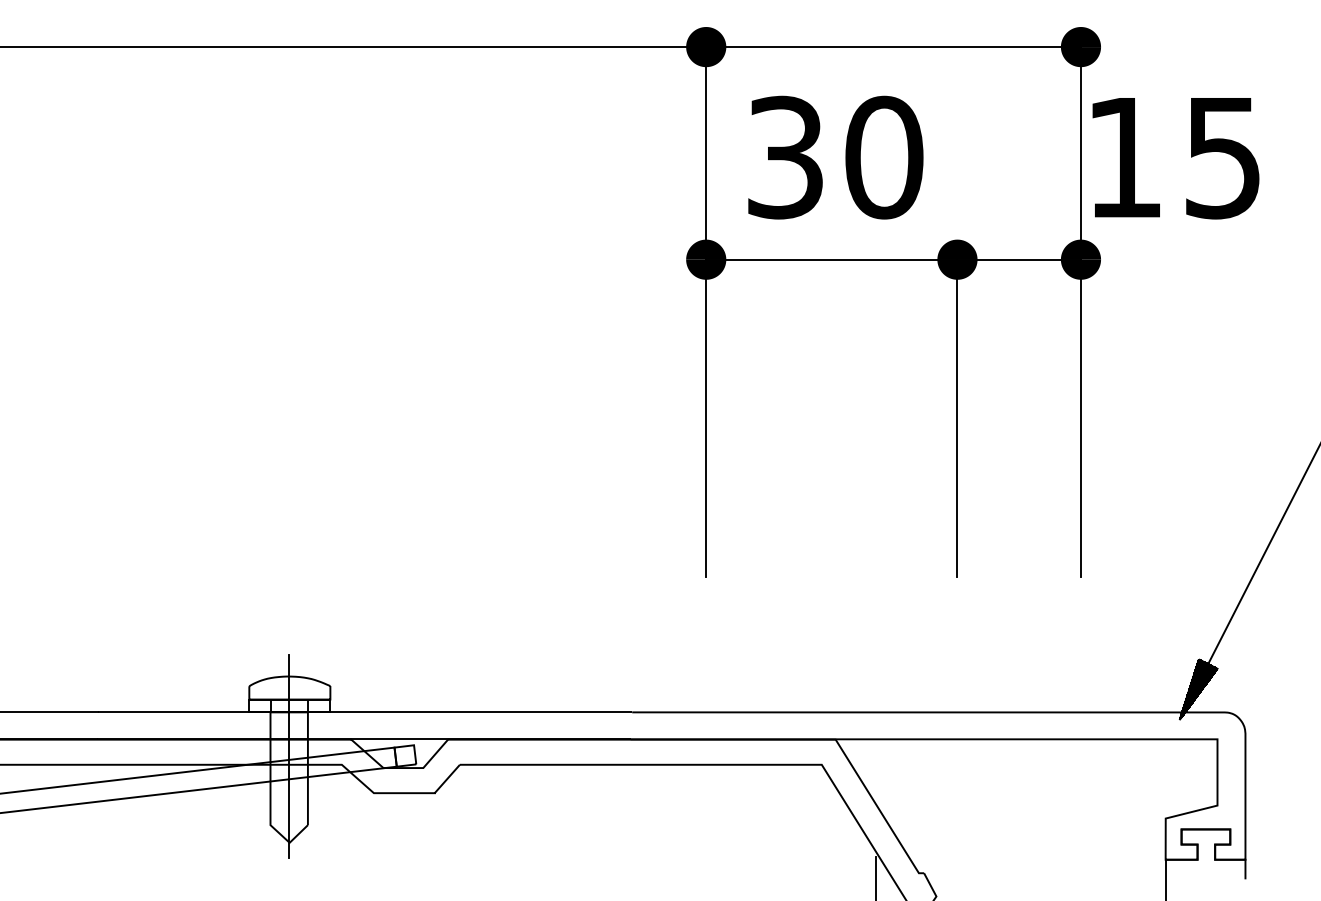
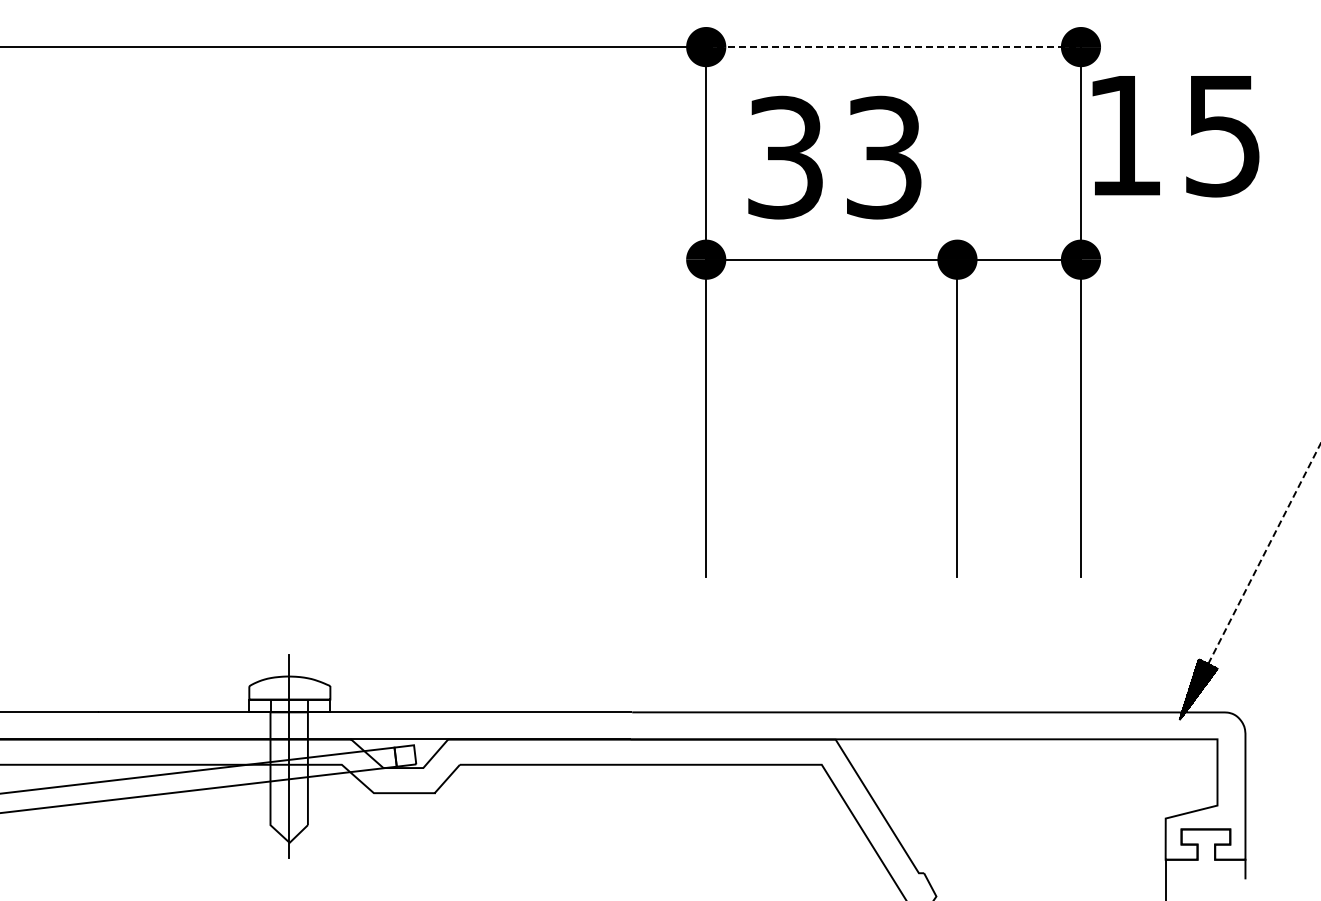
line at (894, 47): solid -> dashed
text at (884, 157): 30 -> 33
text at (1175, 158) position: (1175, 158) -> (1175, 136)
line at (1264, 553): solid -> dashed
line at (876, 876): present -> none
